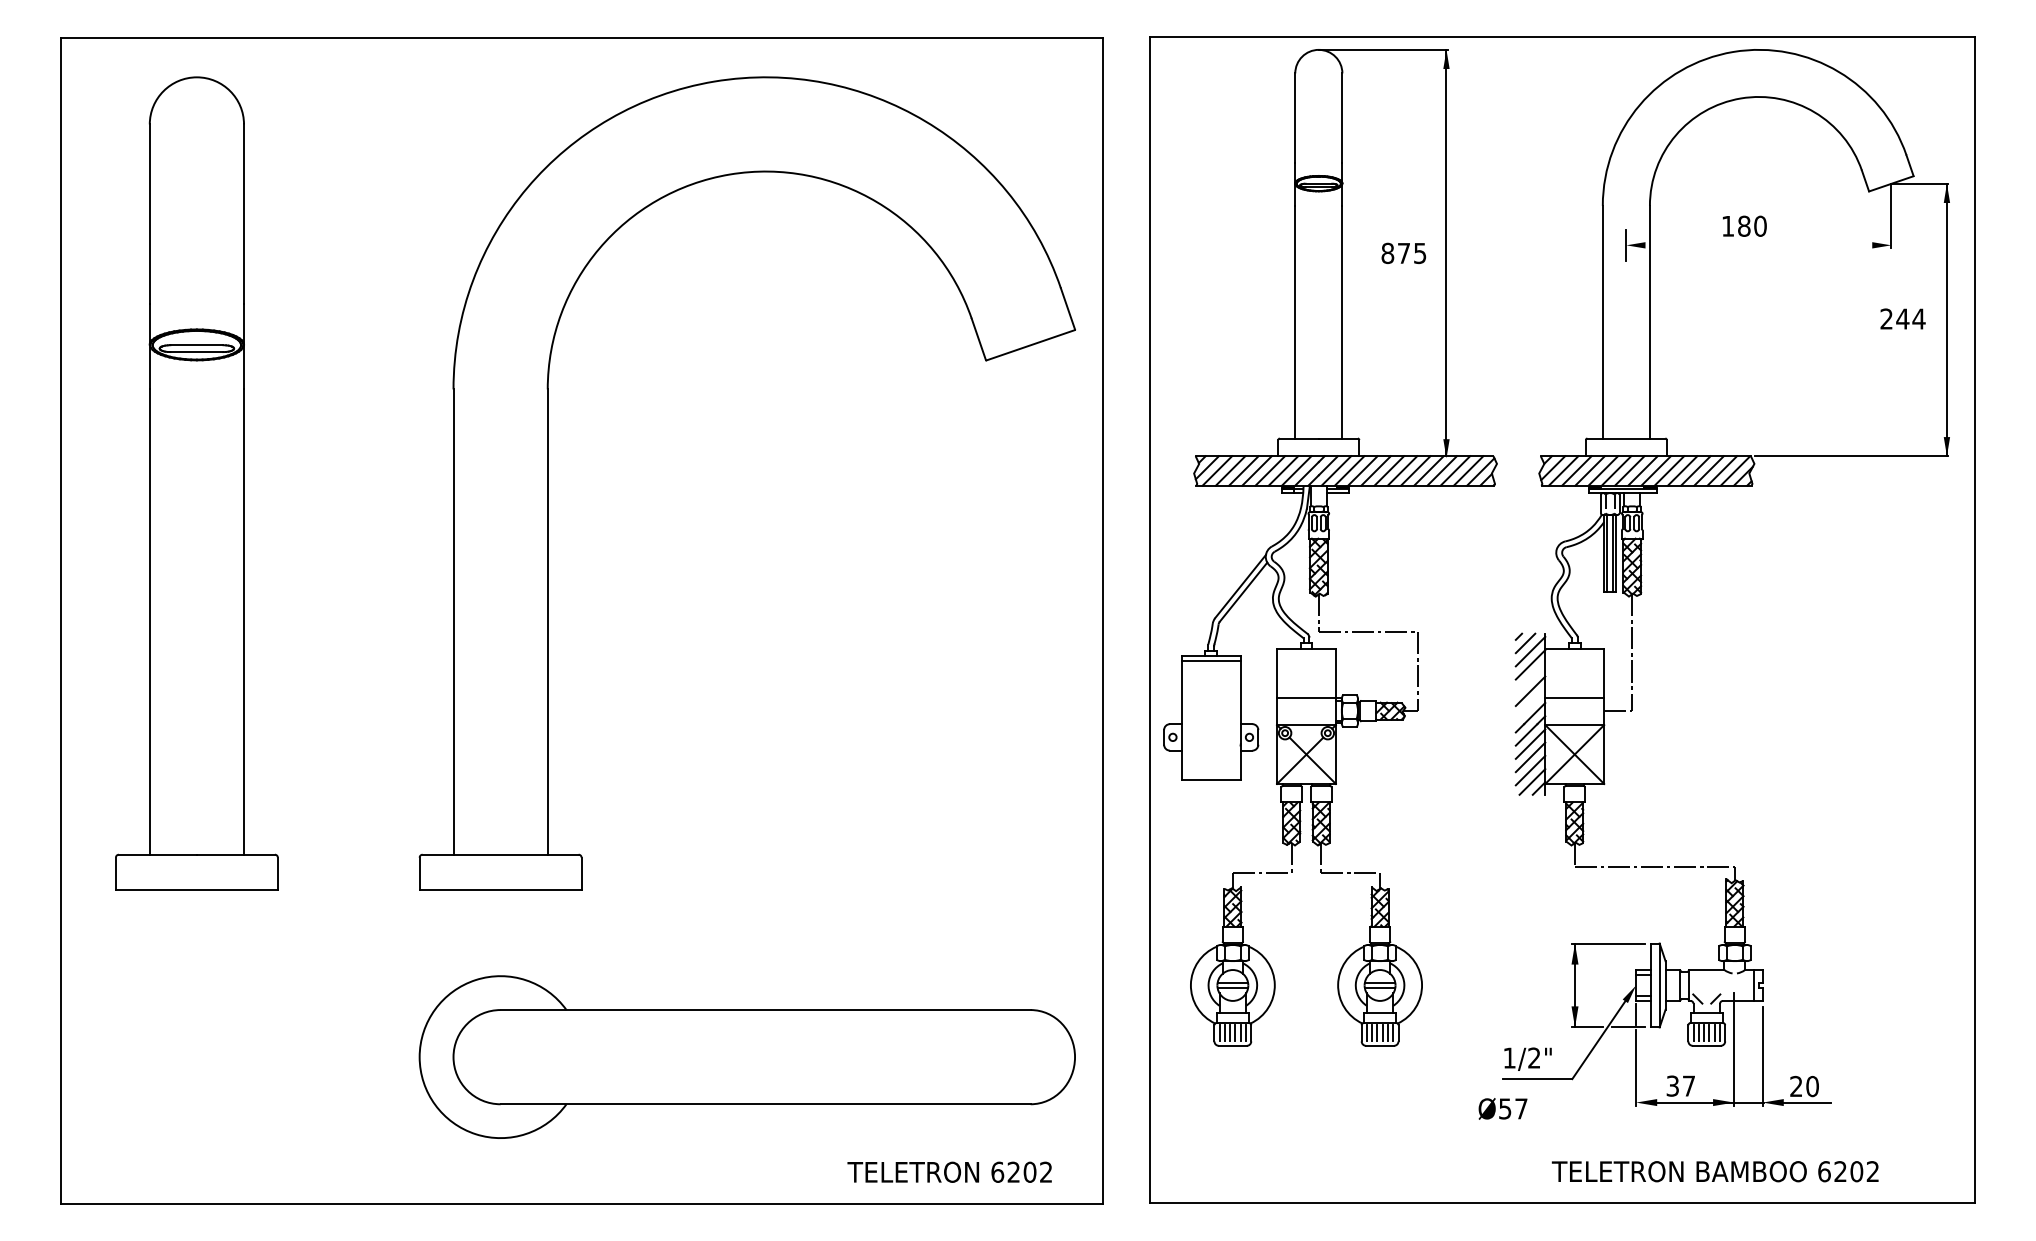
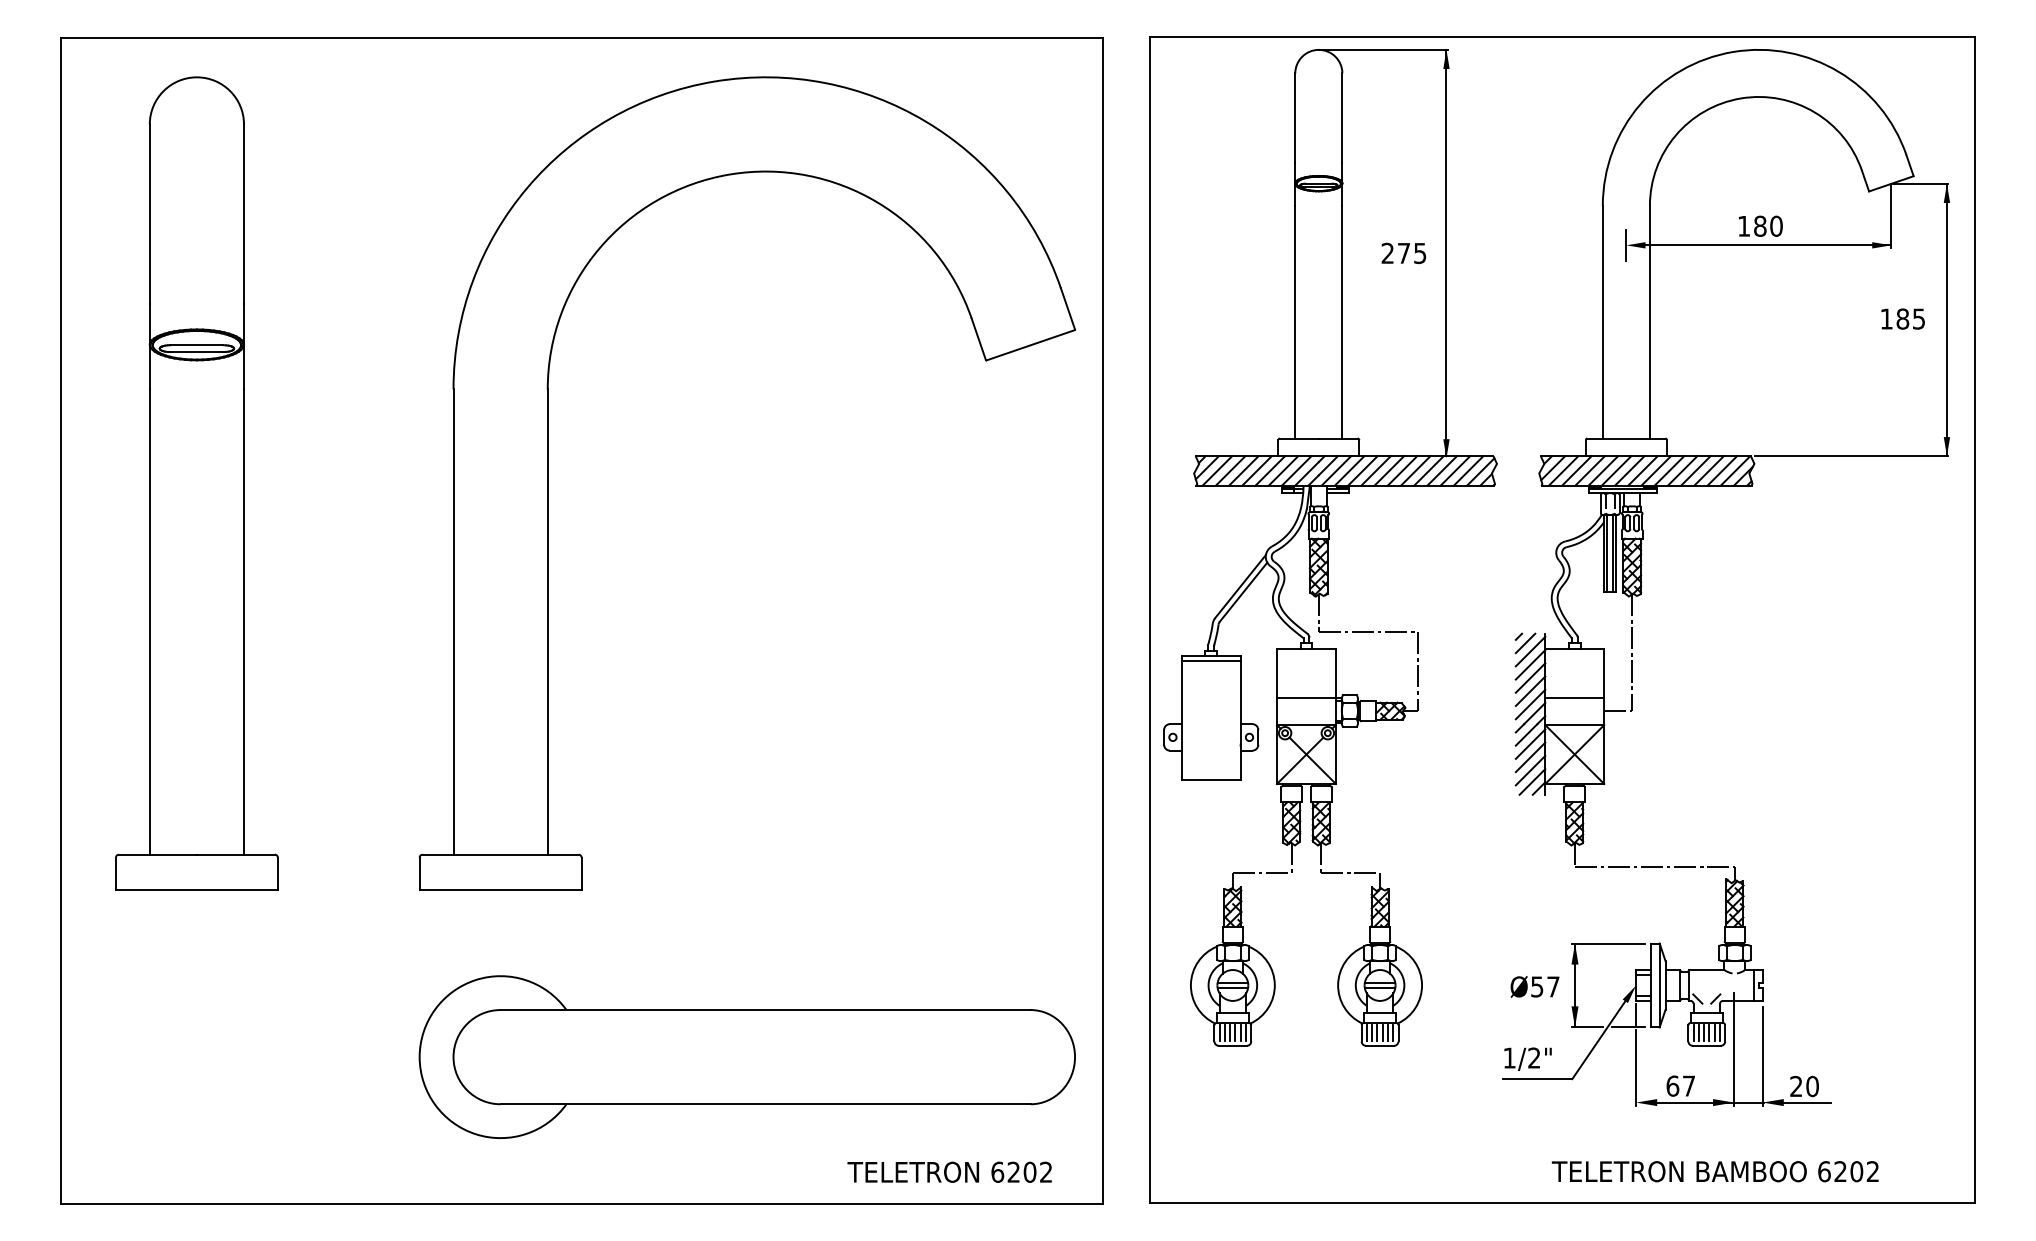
text at (1744, 225) position: (1744, 225) -> (1760, 225)
line at (1768, 245): none -> present
text at (1387, 253): 875 -> 275
text at (1902, 318): 244 -> 185
line at (1530, 677): none -> present
line at (1530, 704): none -> present
text at (1672, 1085): 37 -> 67
text at (1502, 1108) position: (1502, 1108) -> (1534, 986)
